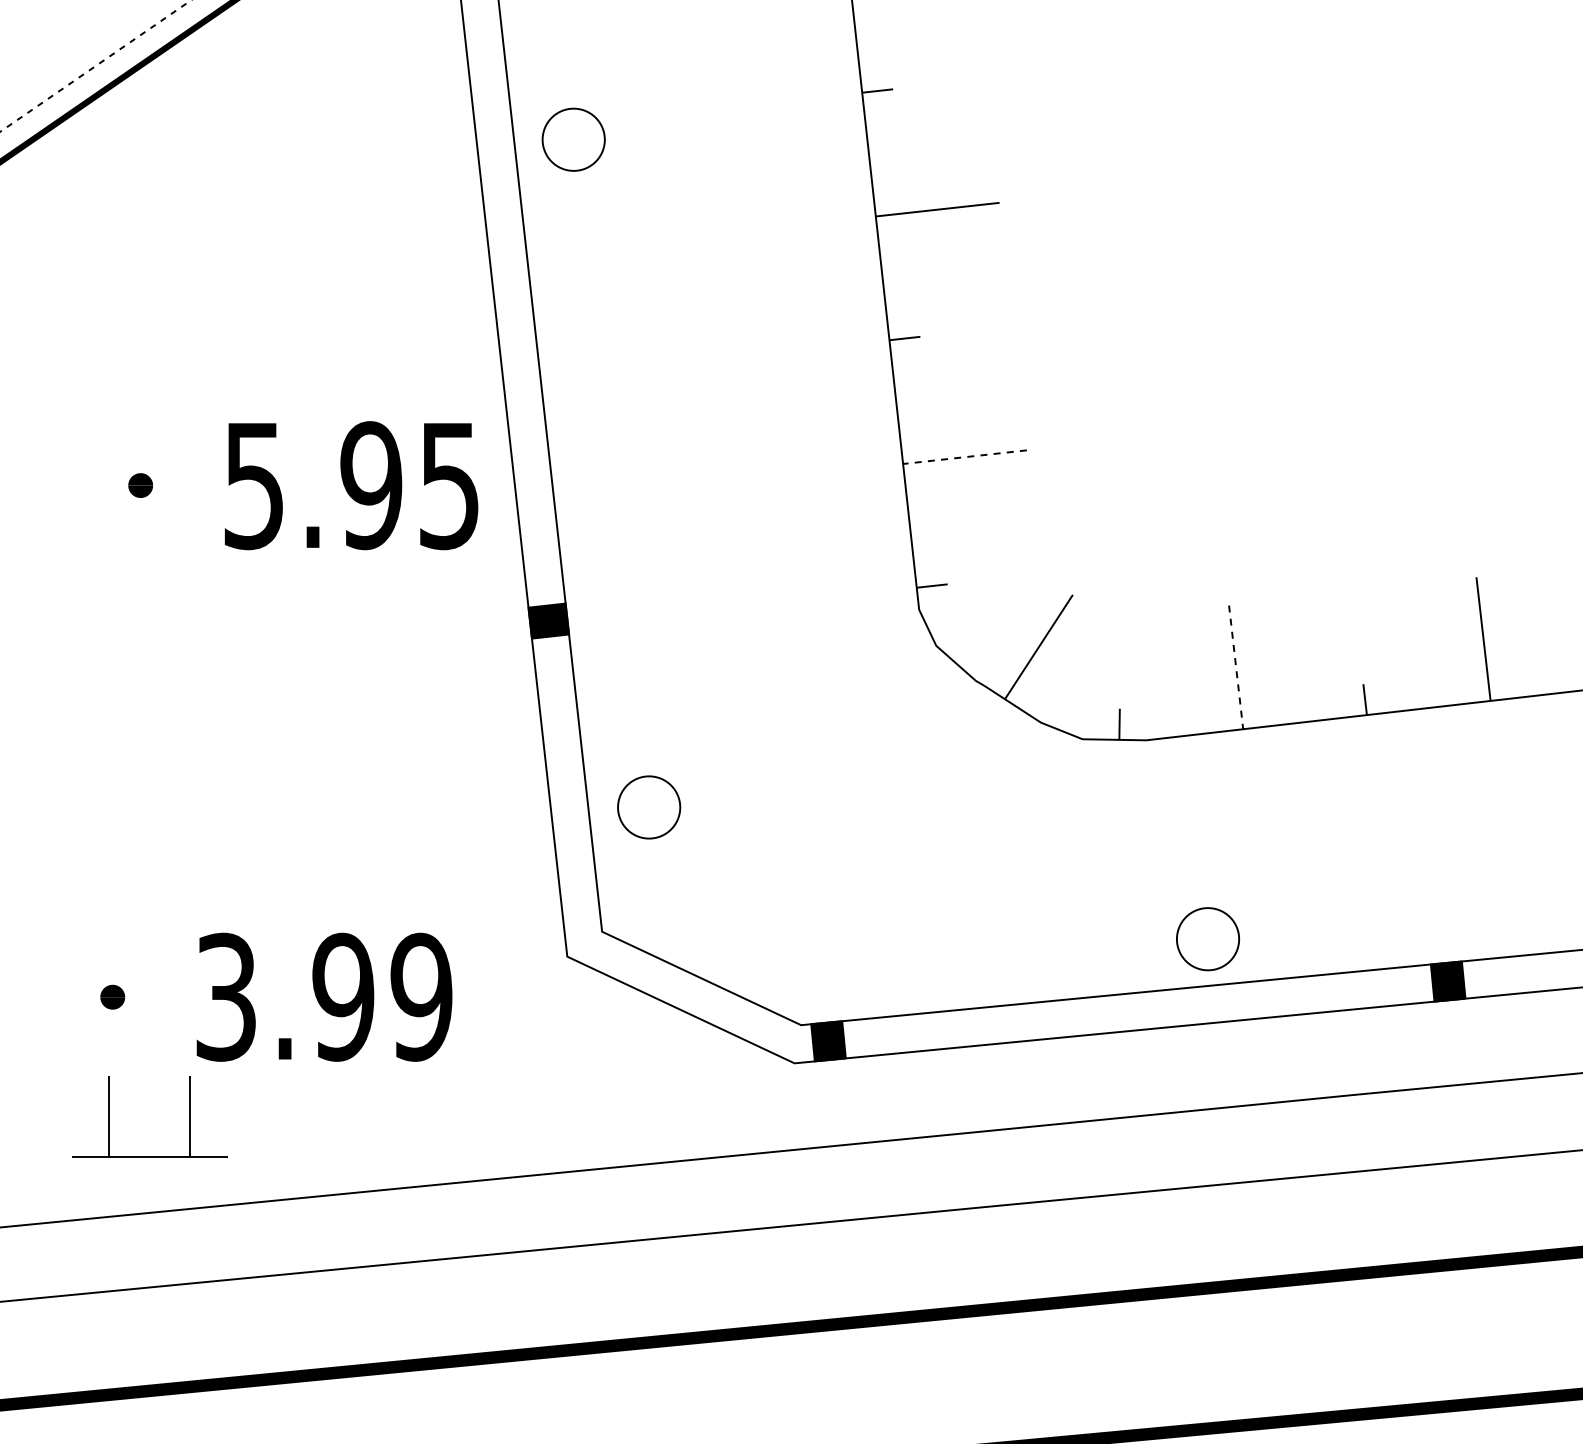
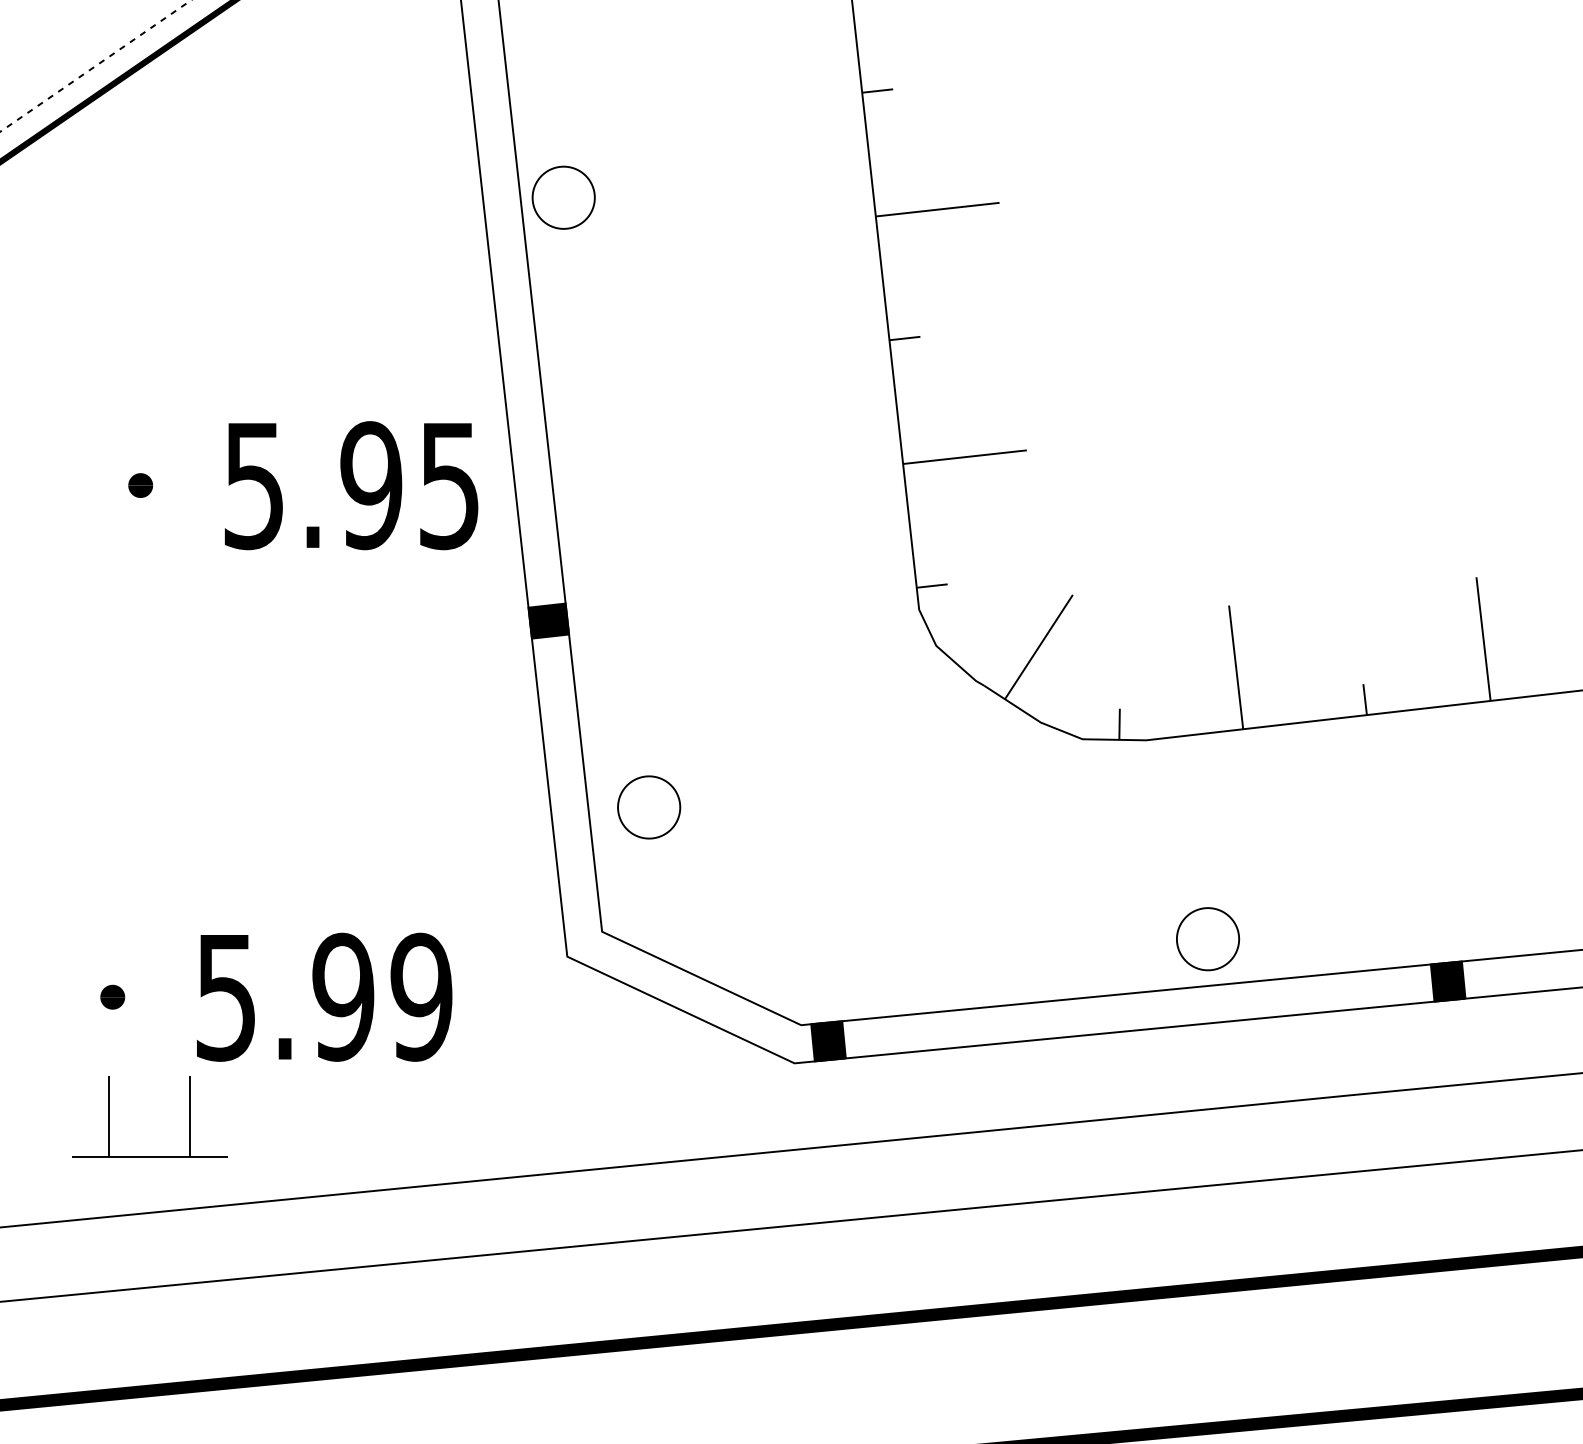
part at (573, 139) position: (573, 139) -> (563, 197)
line at (964, 457): dashed -> solid
line at (1236, 667): dashed -> solid
text at (225, 996): 3.99 -> 5.99
